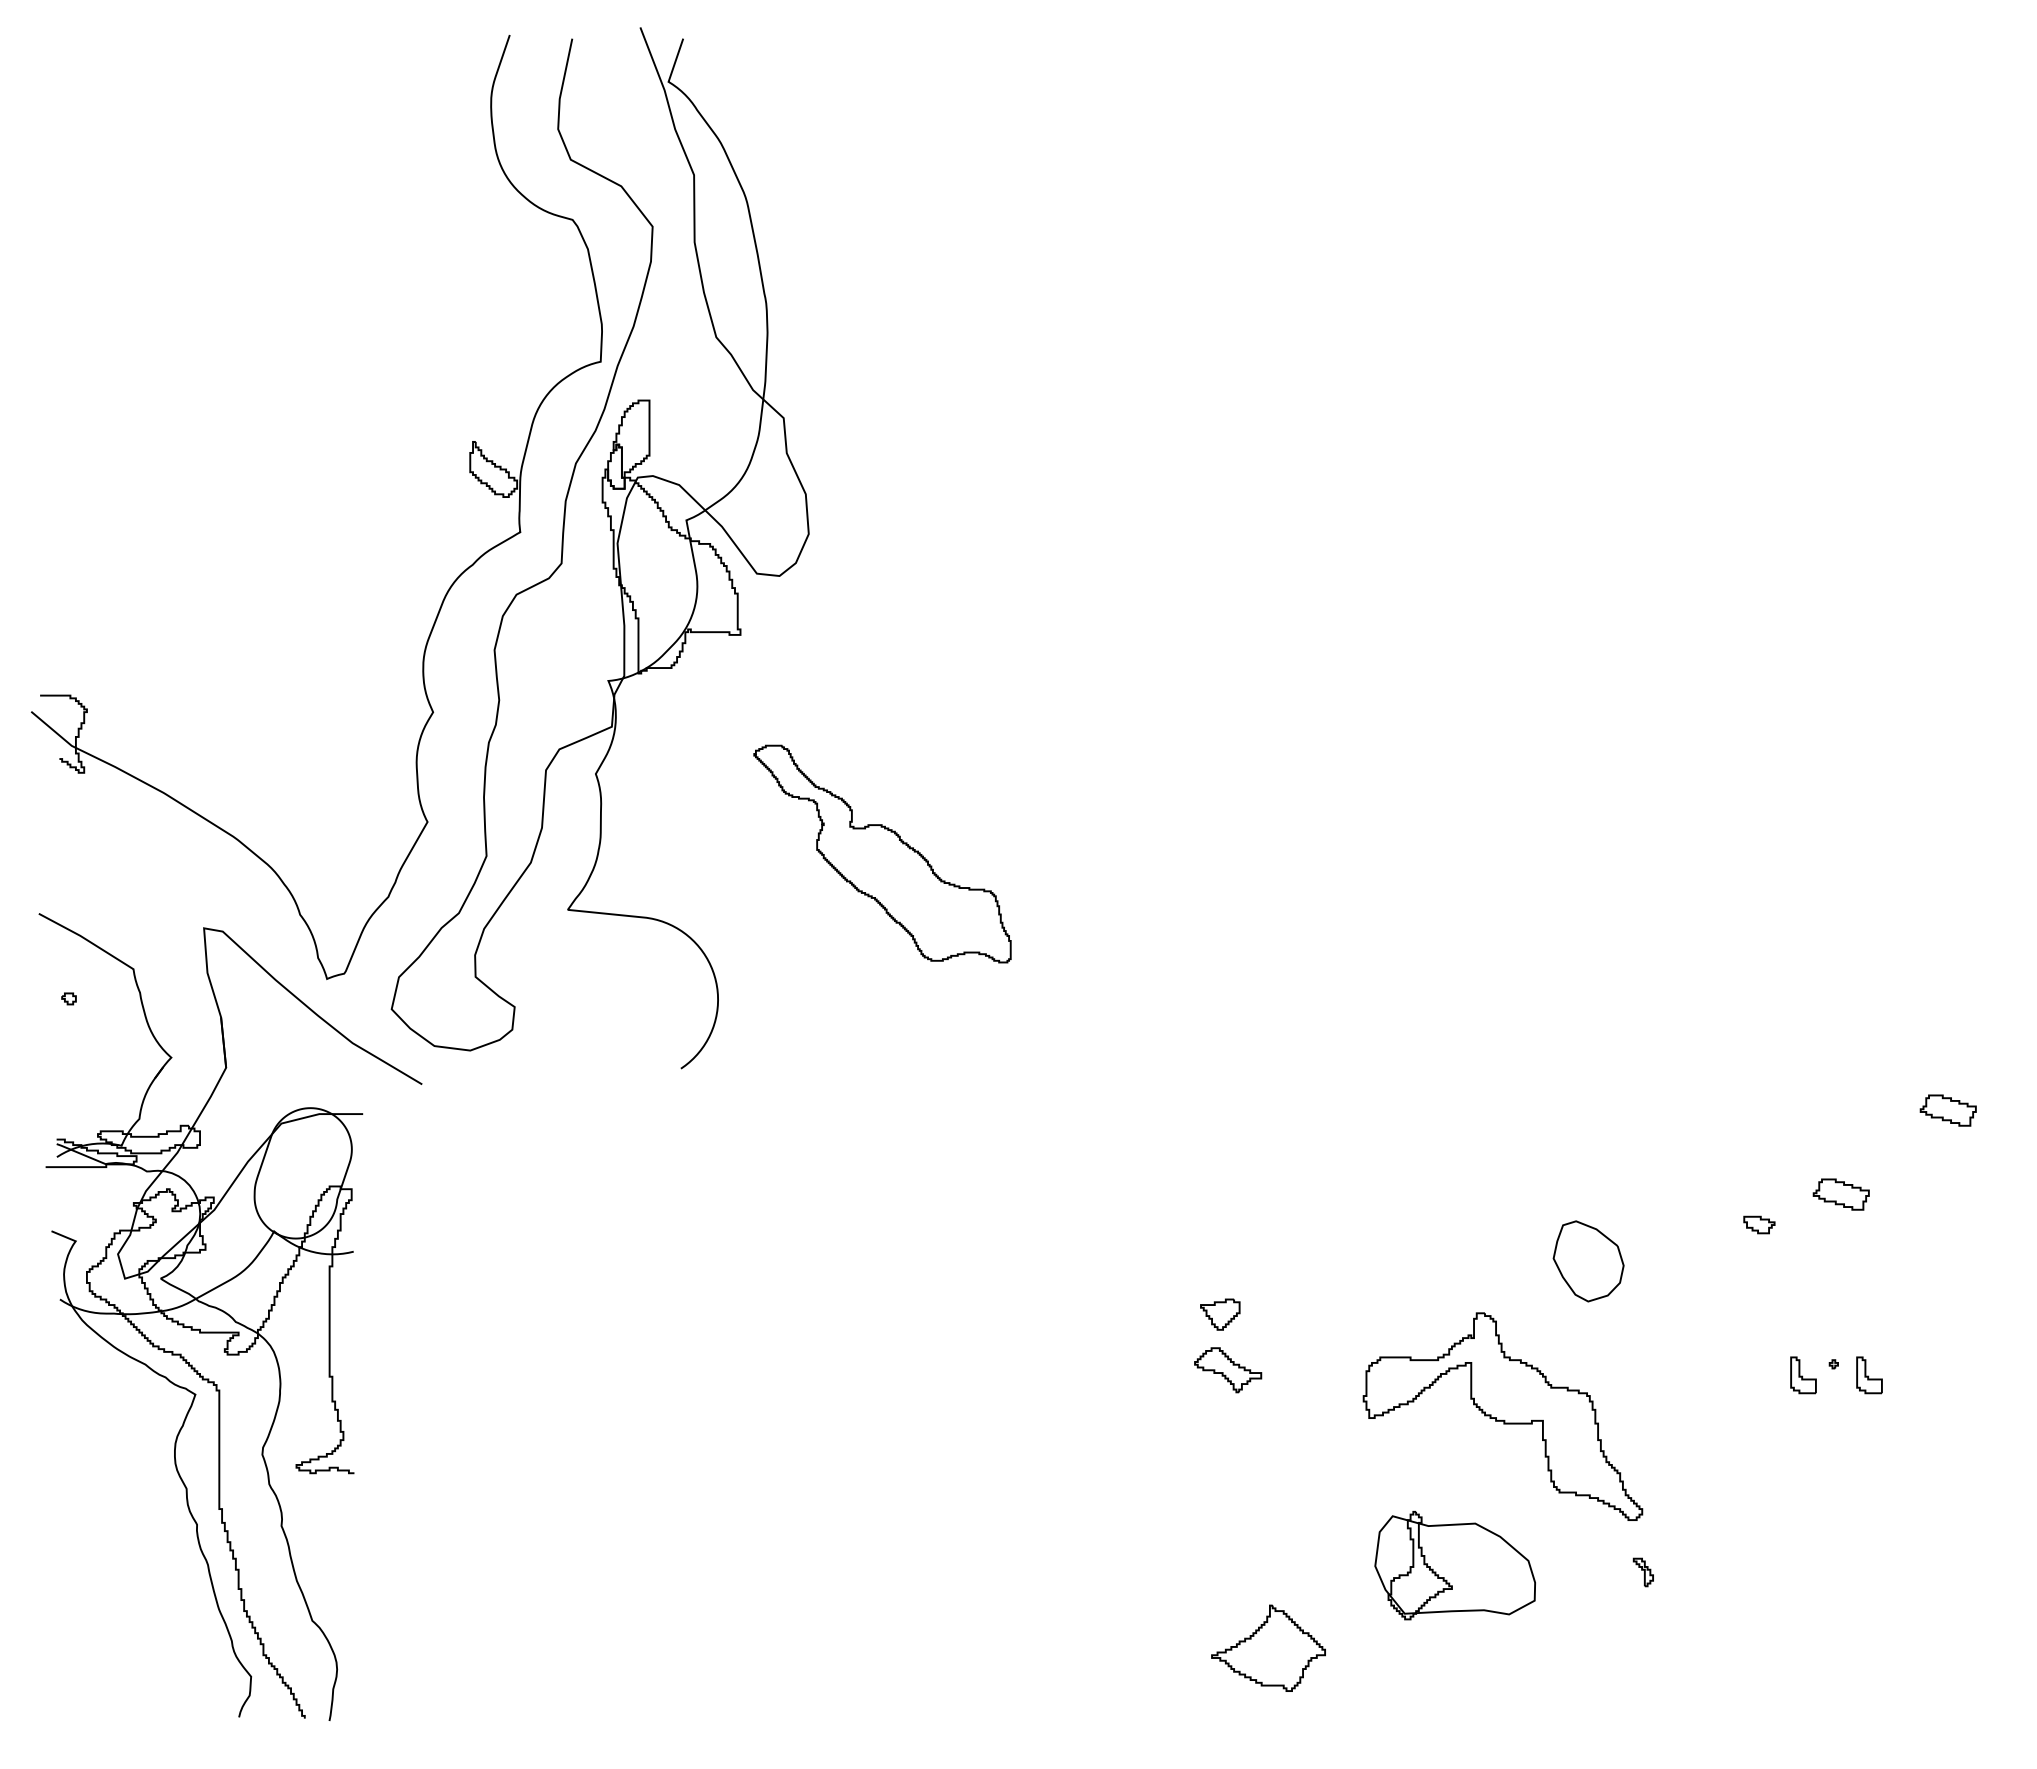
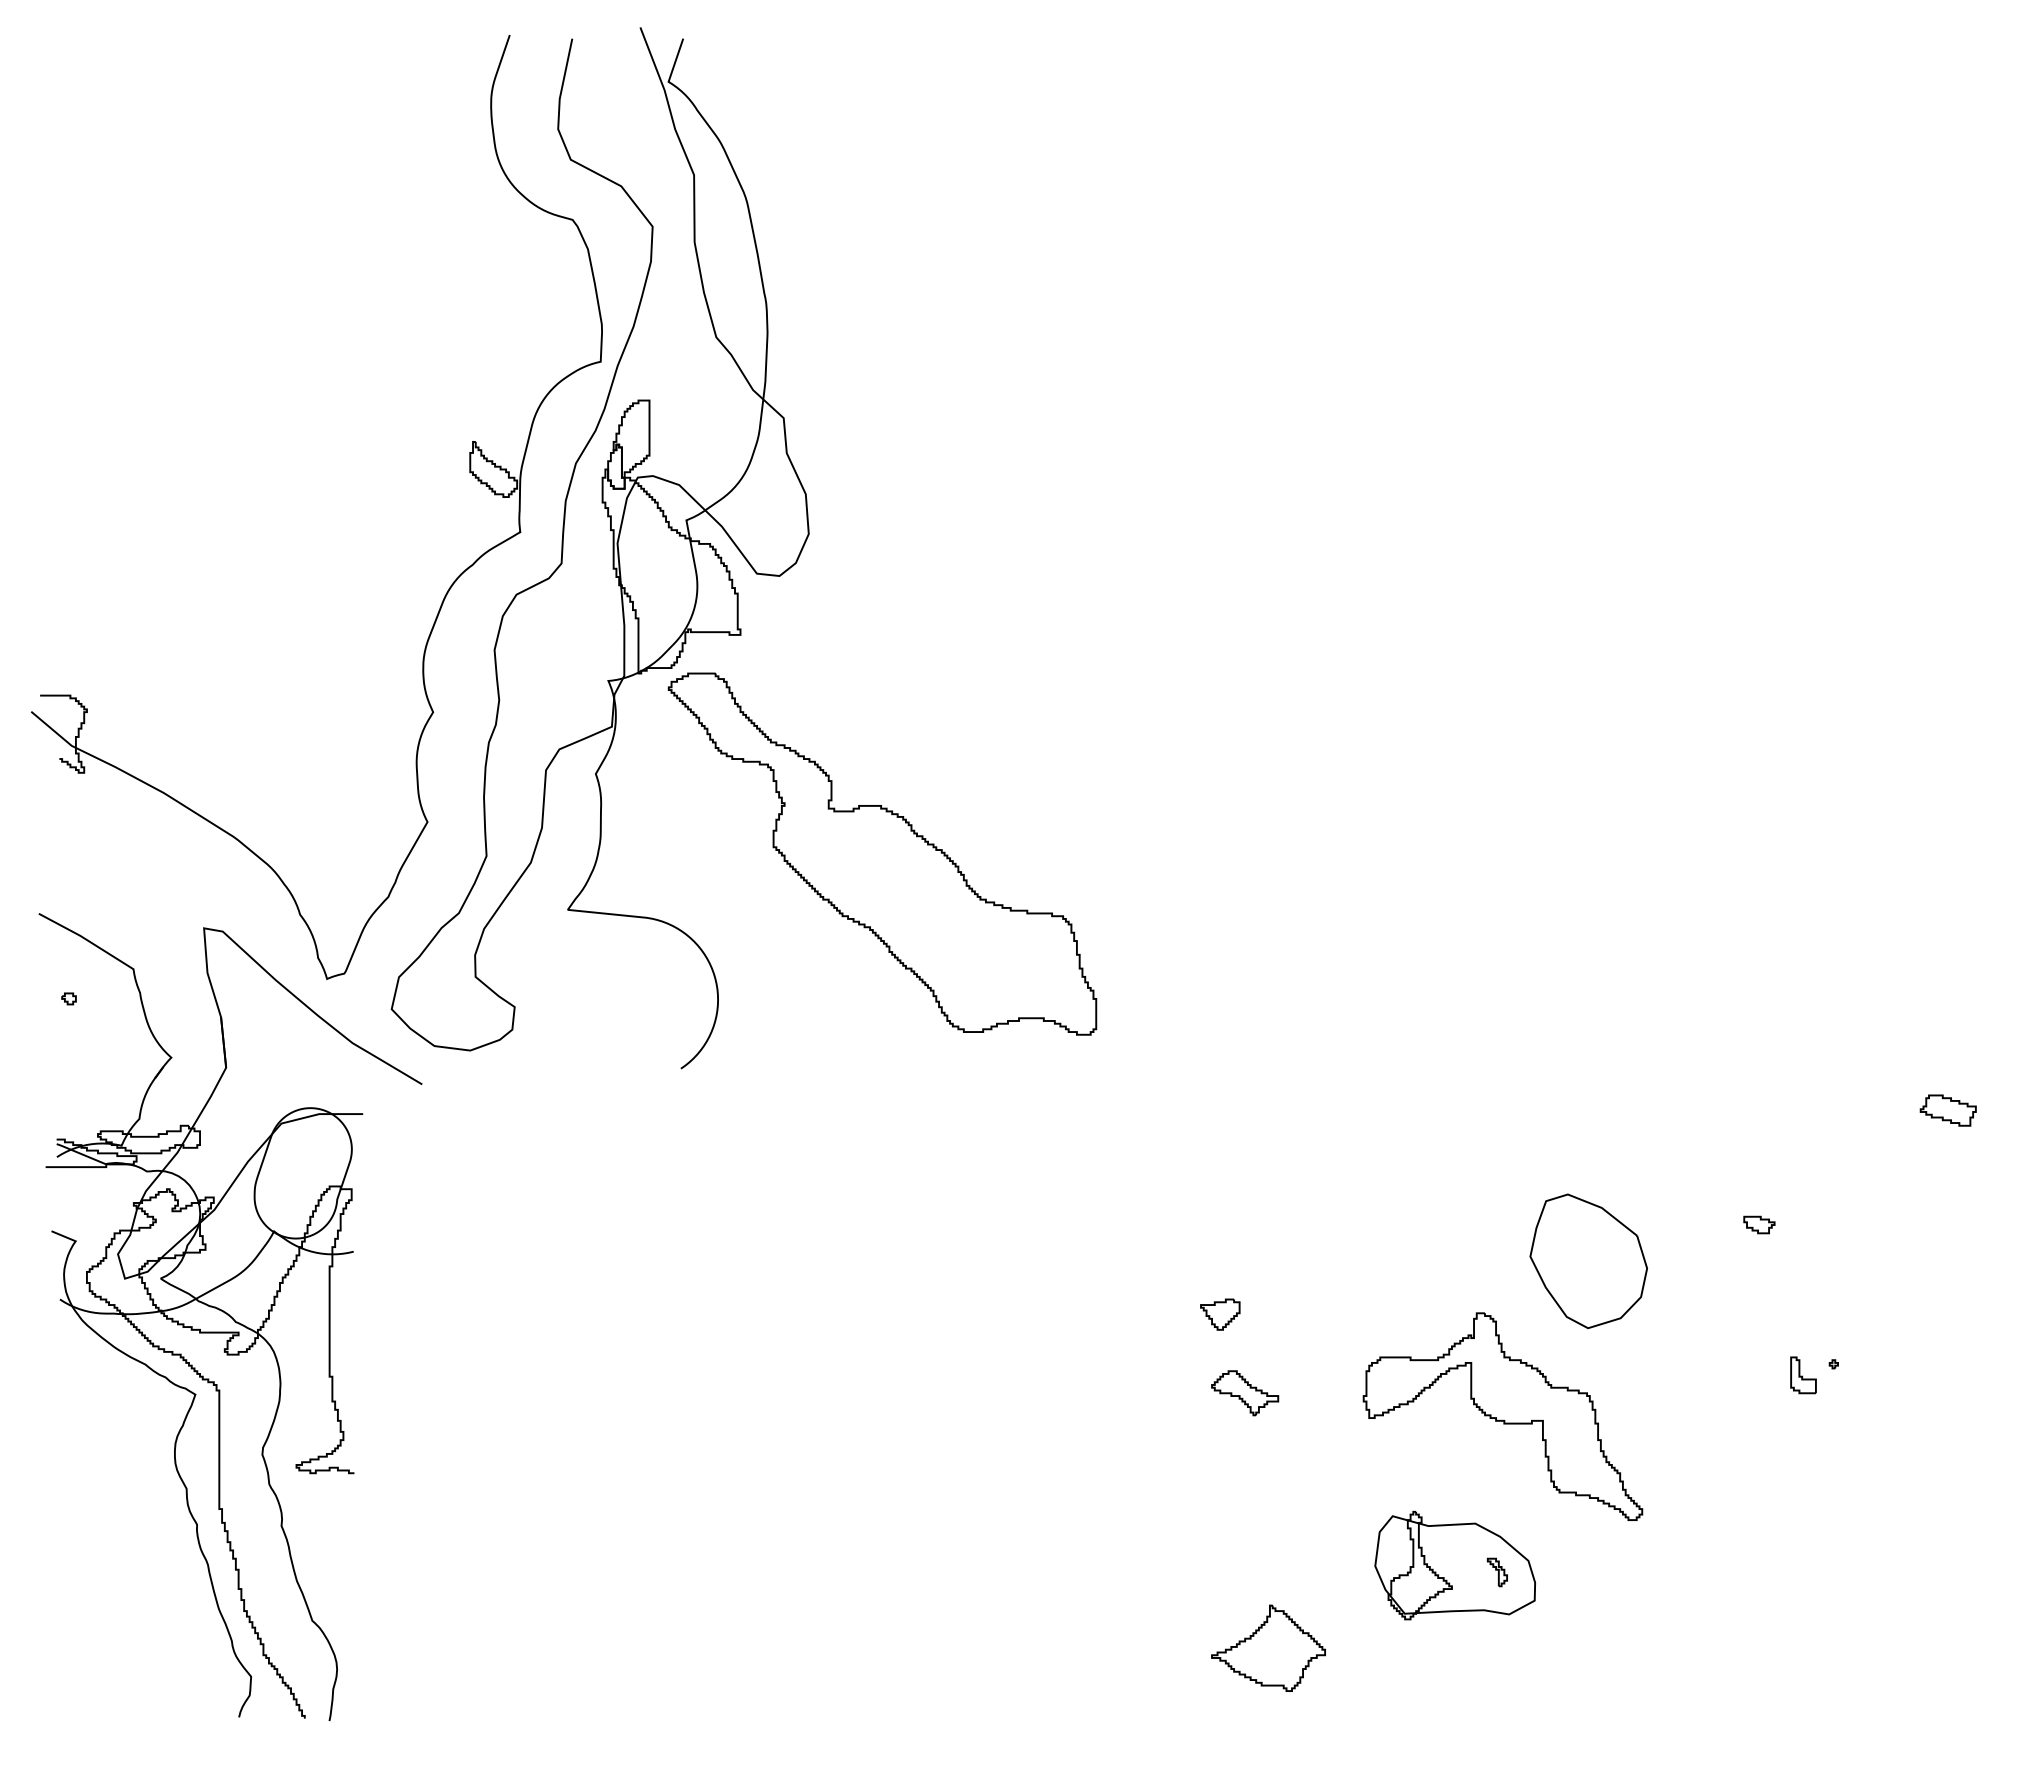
part at (882, 853) size: 259x220 px -> 431x364 px
part at (1840, 1194): present -> none
part at (1588, 1261) size: 73x83 px -> 119x137 px
part at (1228, 1370) position: (1228, 1370) -> (1245, 1393)
part at (1869, 1375): present -> none
part at (1642, 1572) position: (1642, 1572) -> (1496, 1572)
